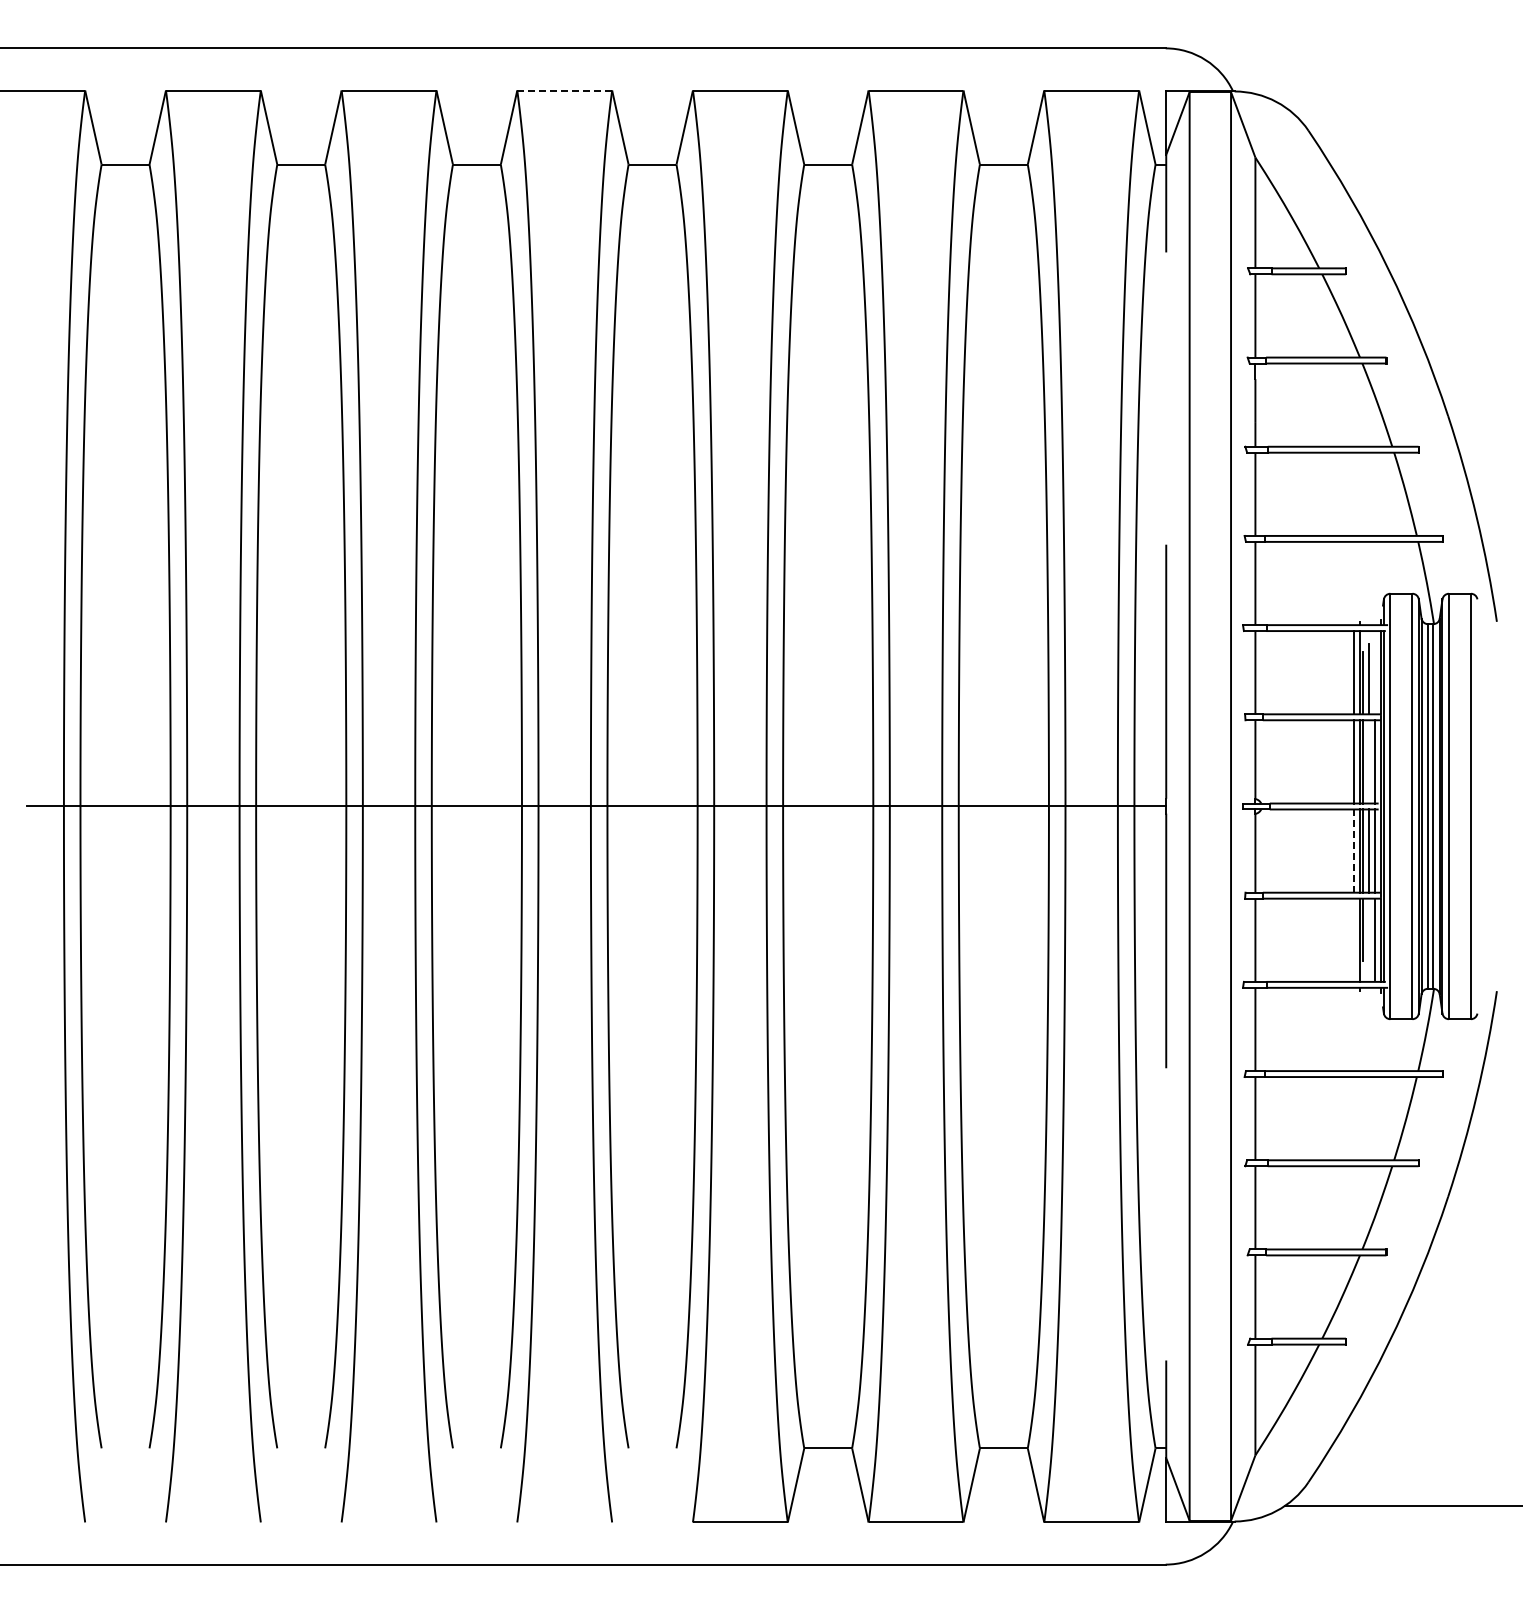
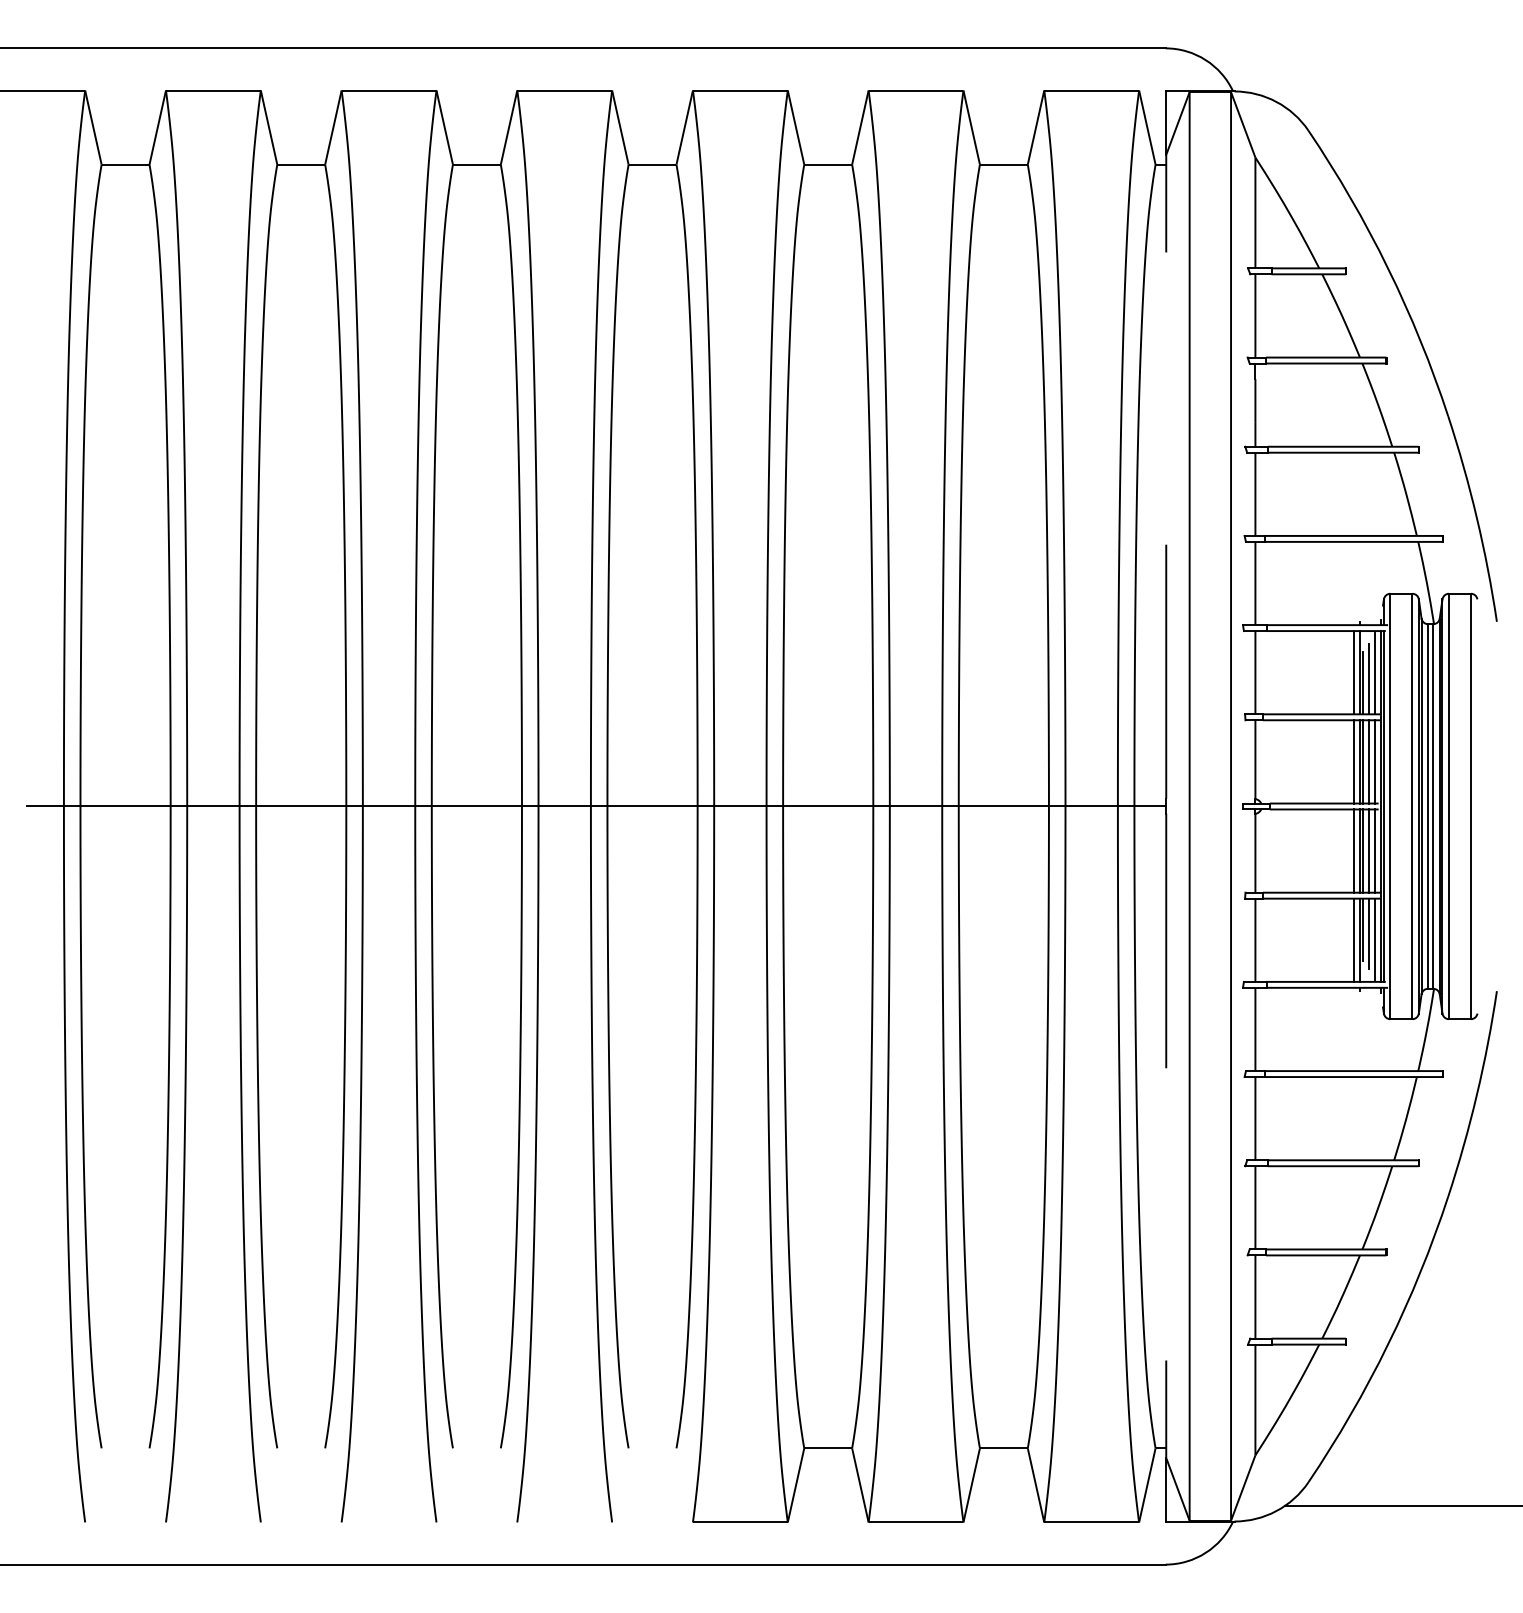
line at (564, 90): dashed -> solid
line at (1374, 673): none -> present
line at (1369, 761): none -> present
line at (1353, 851): dashed -> solid
line at (1369, 933): none -> present
line at (1353, 939): none -> present
